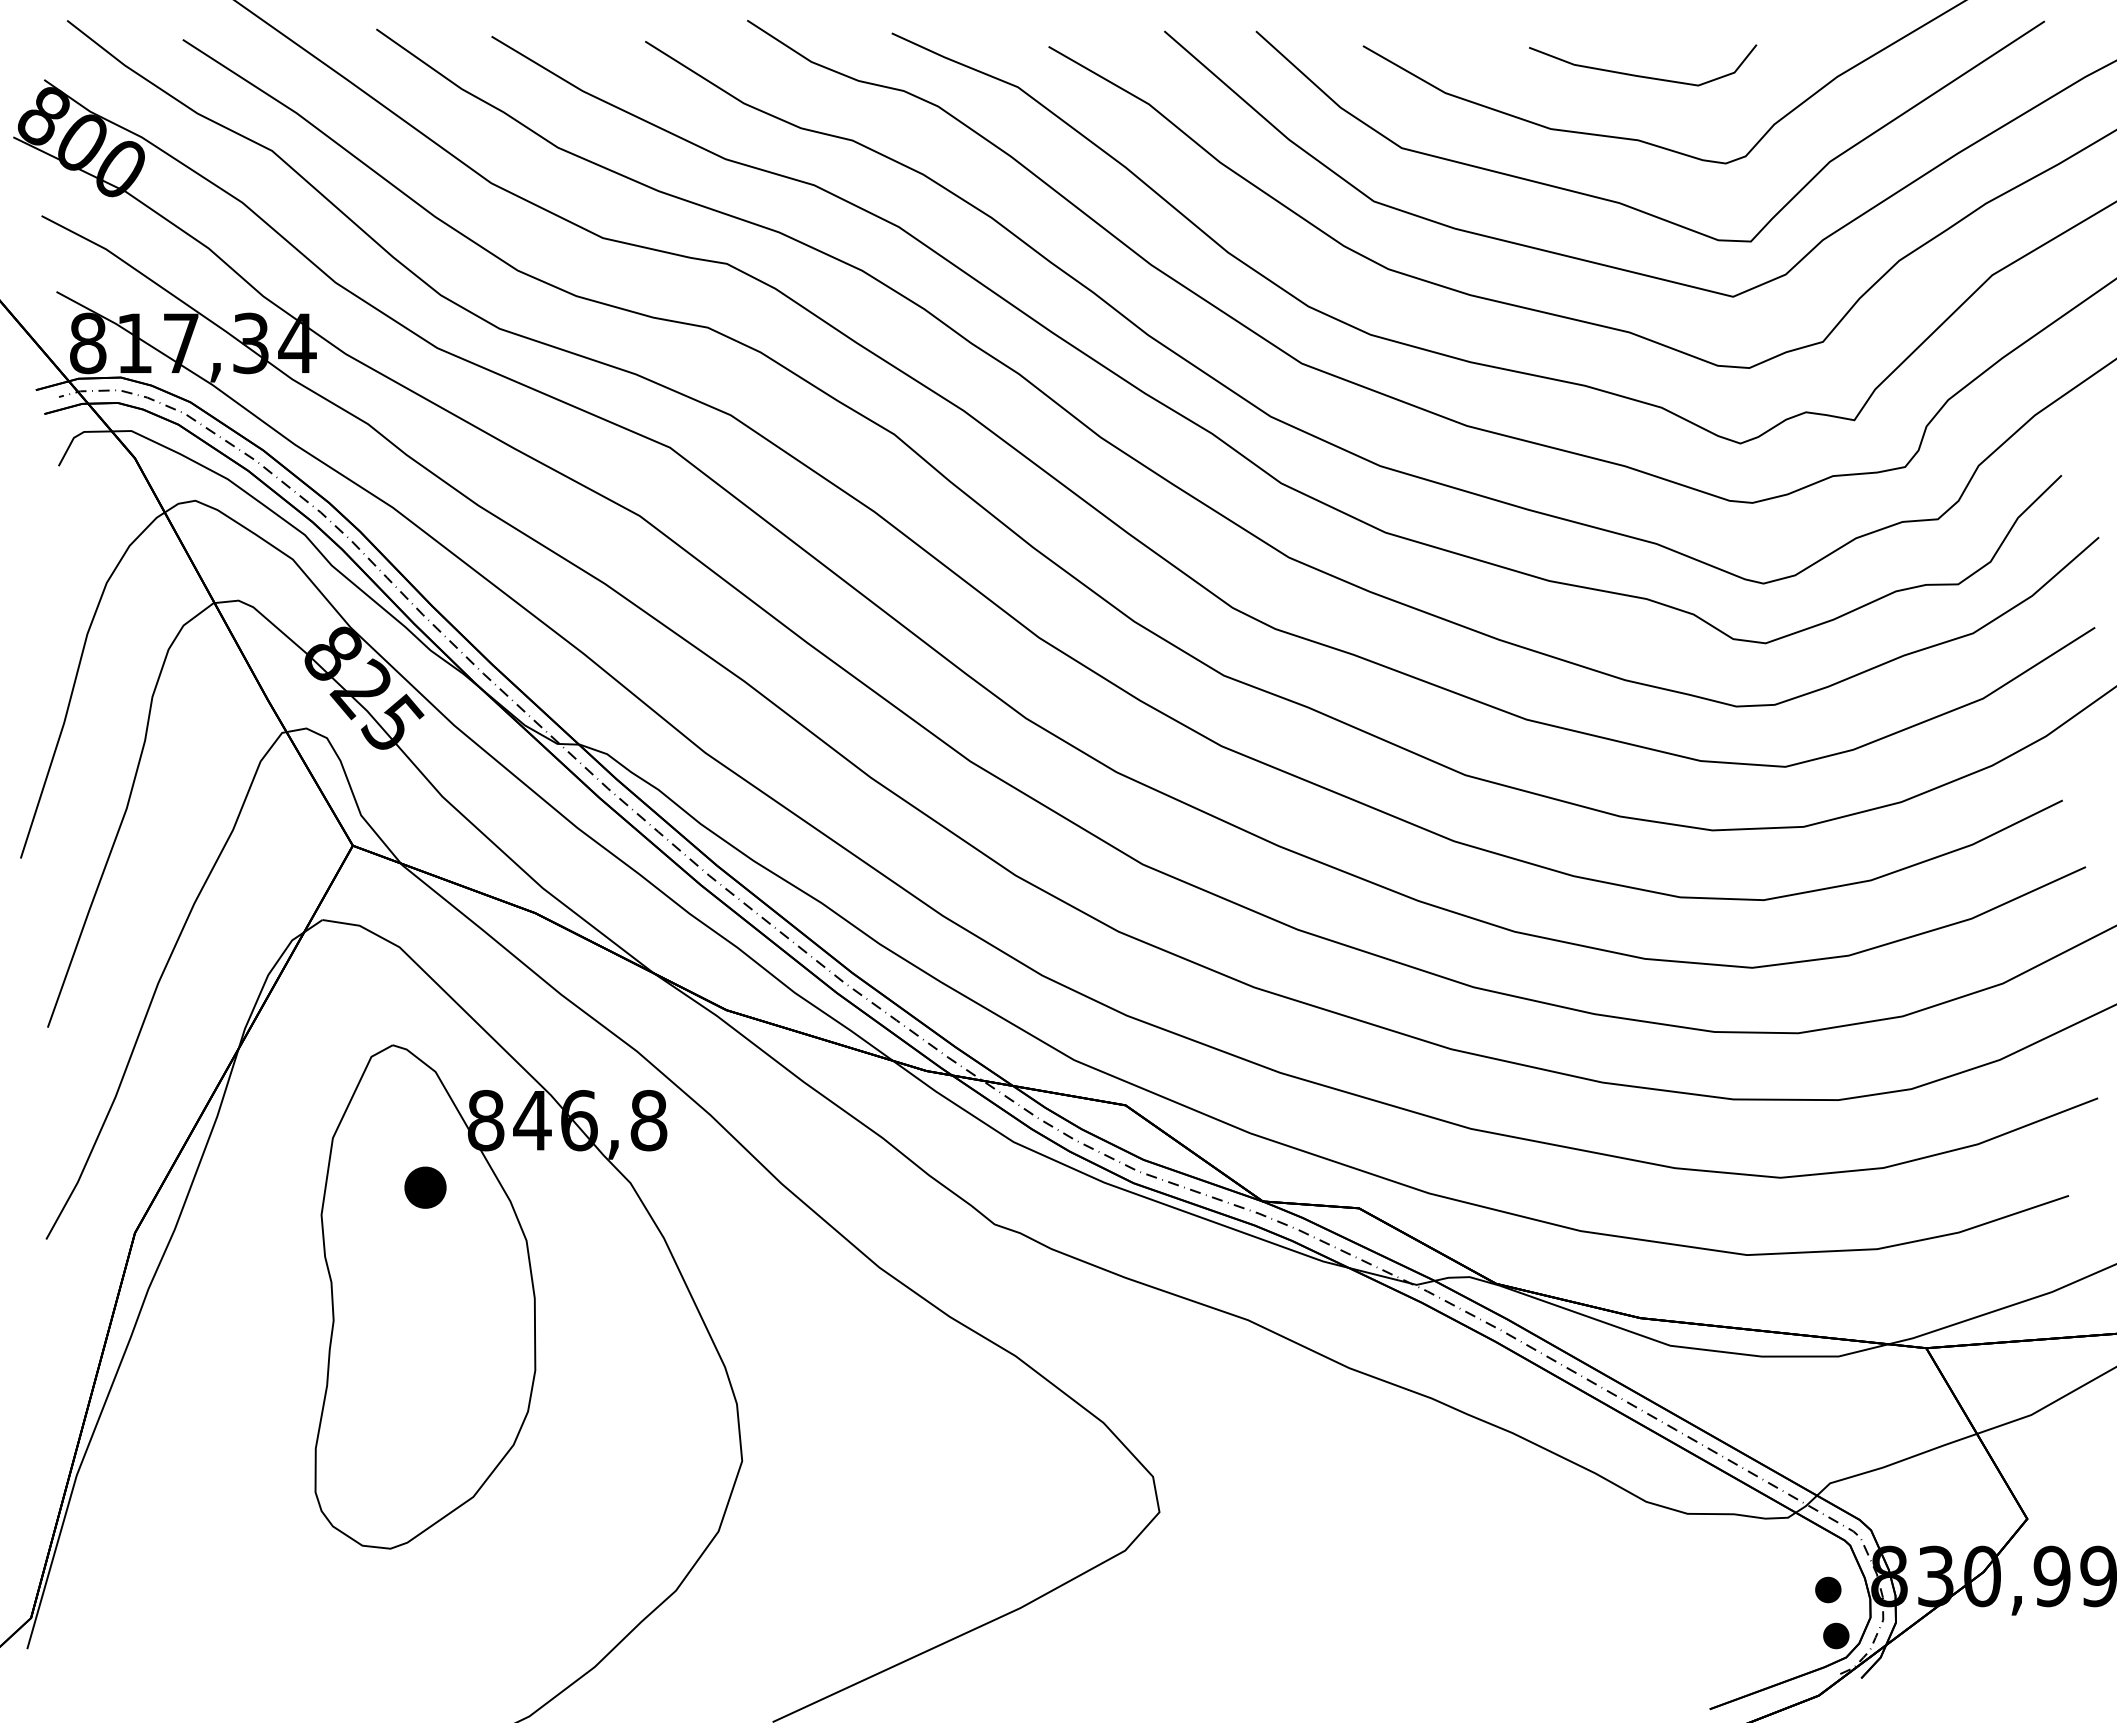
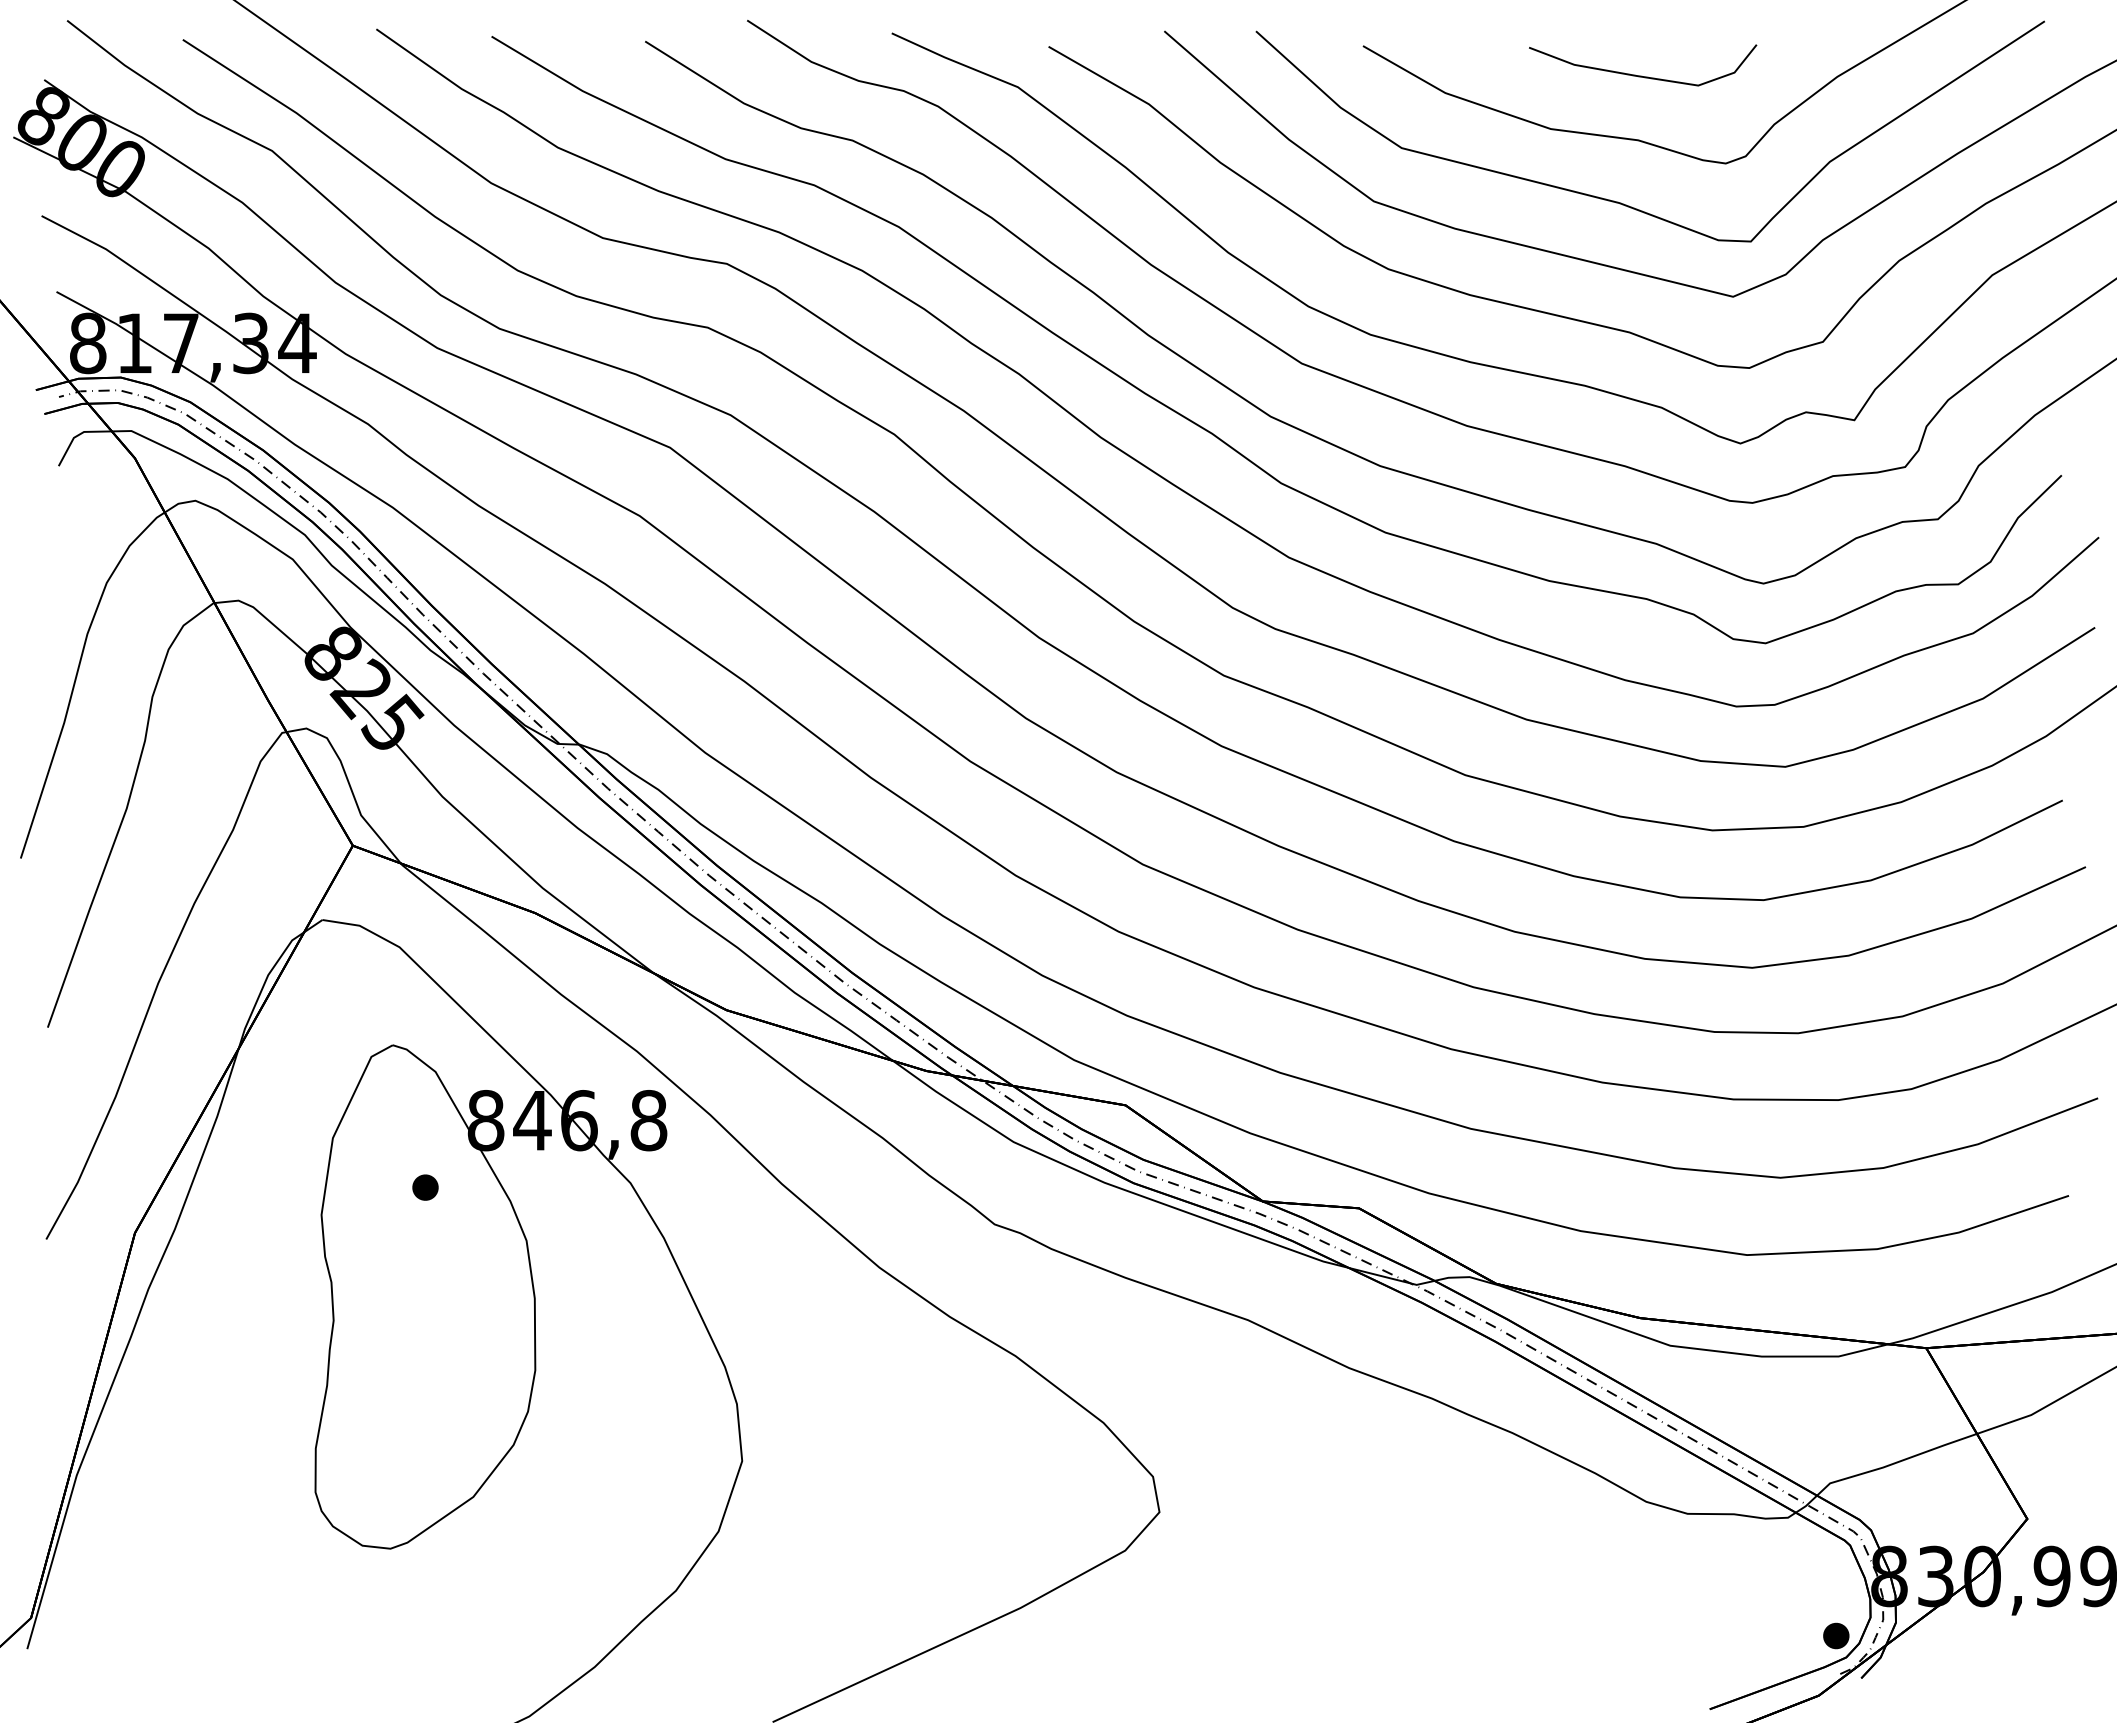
part at (425, 1187) size: 43x43 px -> 27x27 px
part at (1828, 1589): present -> none
